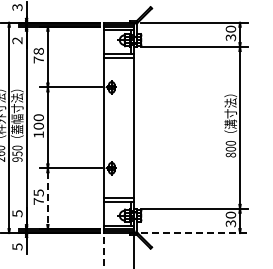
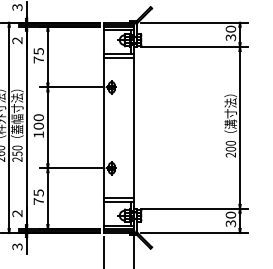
text at (38, 50): 78 -> 75
text at (231, 154): 800 -> 200
text at (17, 159): 950 -> 250
line at (47, 199): dashed -> solid
text at (17, 213): 5 -> 2
line at (194, 233): dashed -> solid
text at (16, 246): 5 -> 3
line at (103, 253): dashed -> solid
